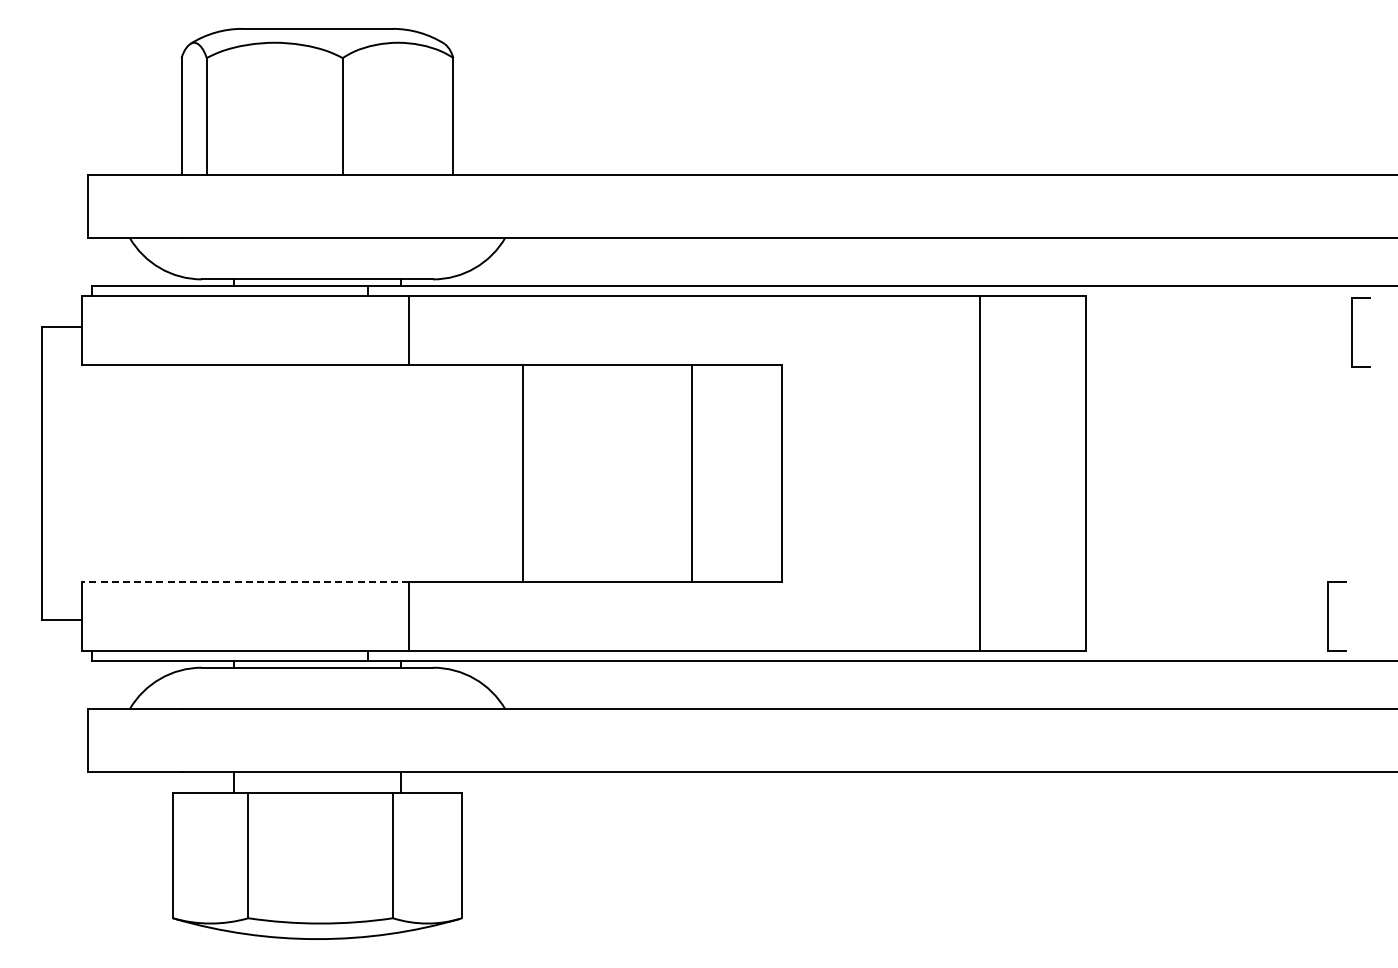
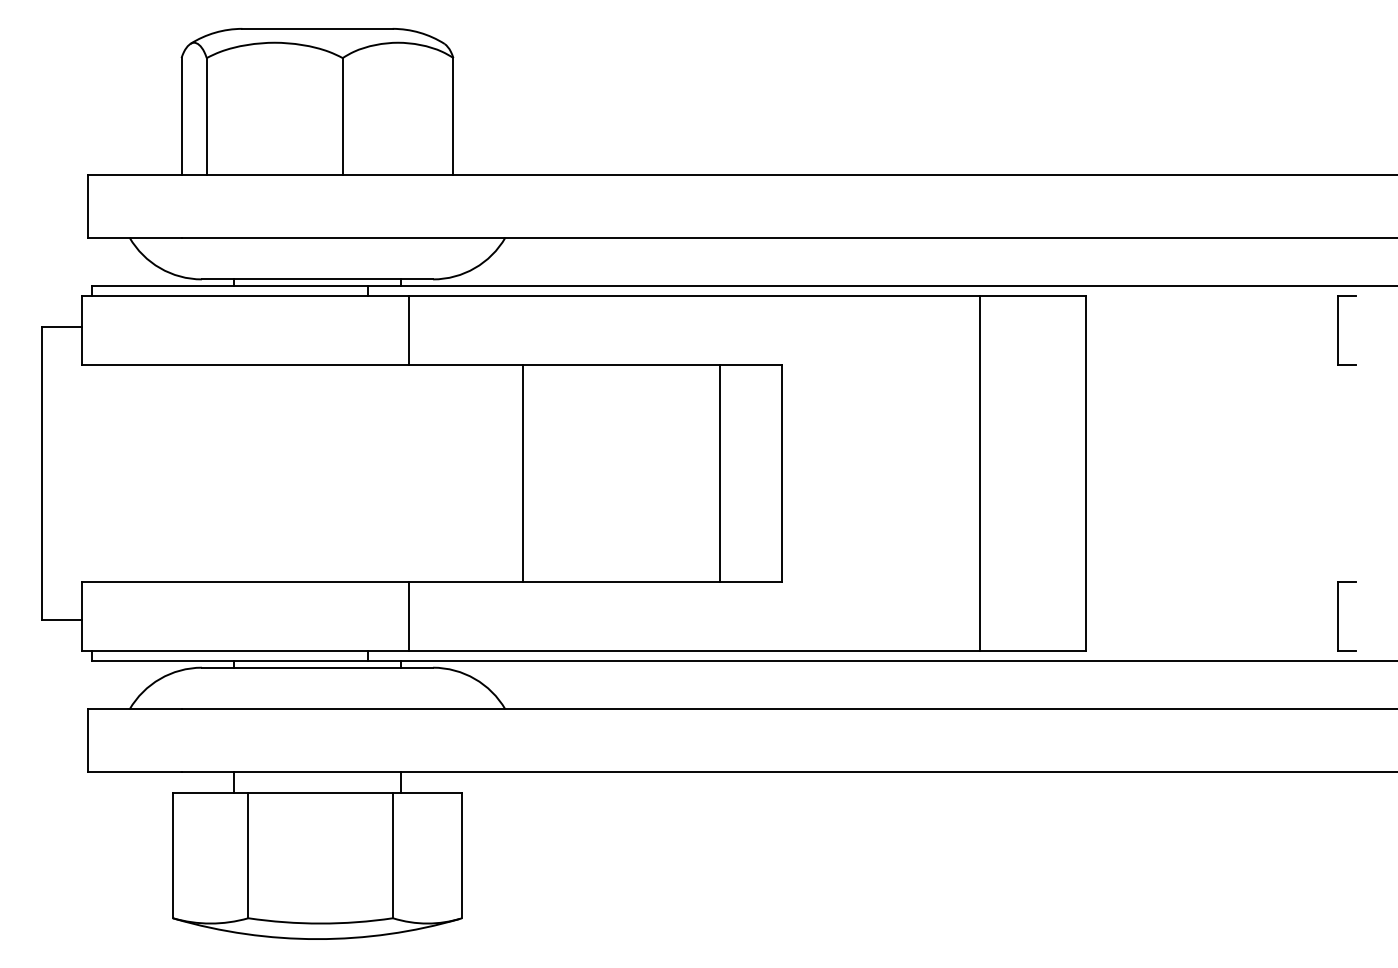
part at (1352, 332) position: (1352, 332) -> (1338, 330)
line at (691, 473) position: (691, 473) -> (719, 473)
line at (245, 582): dashed -> solid
part at (1328, 616) position: (1328, 616) -> (1338, 616)
